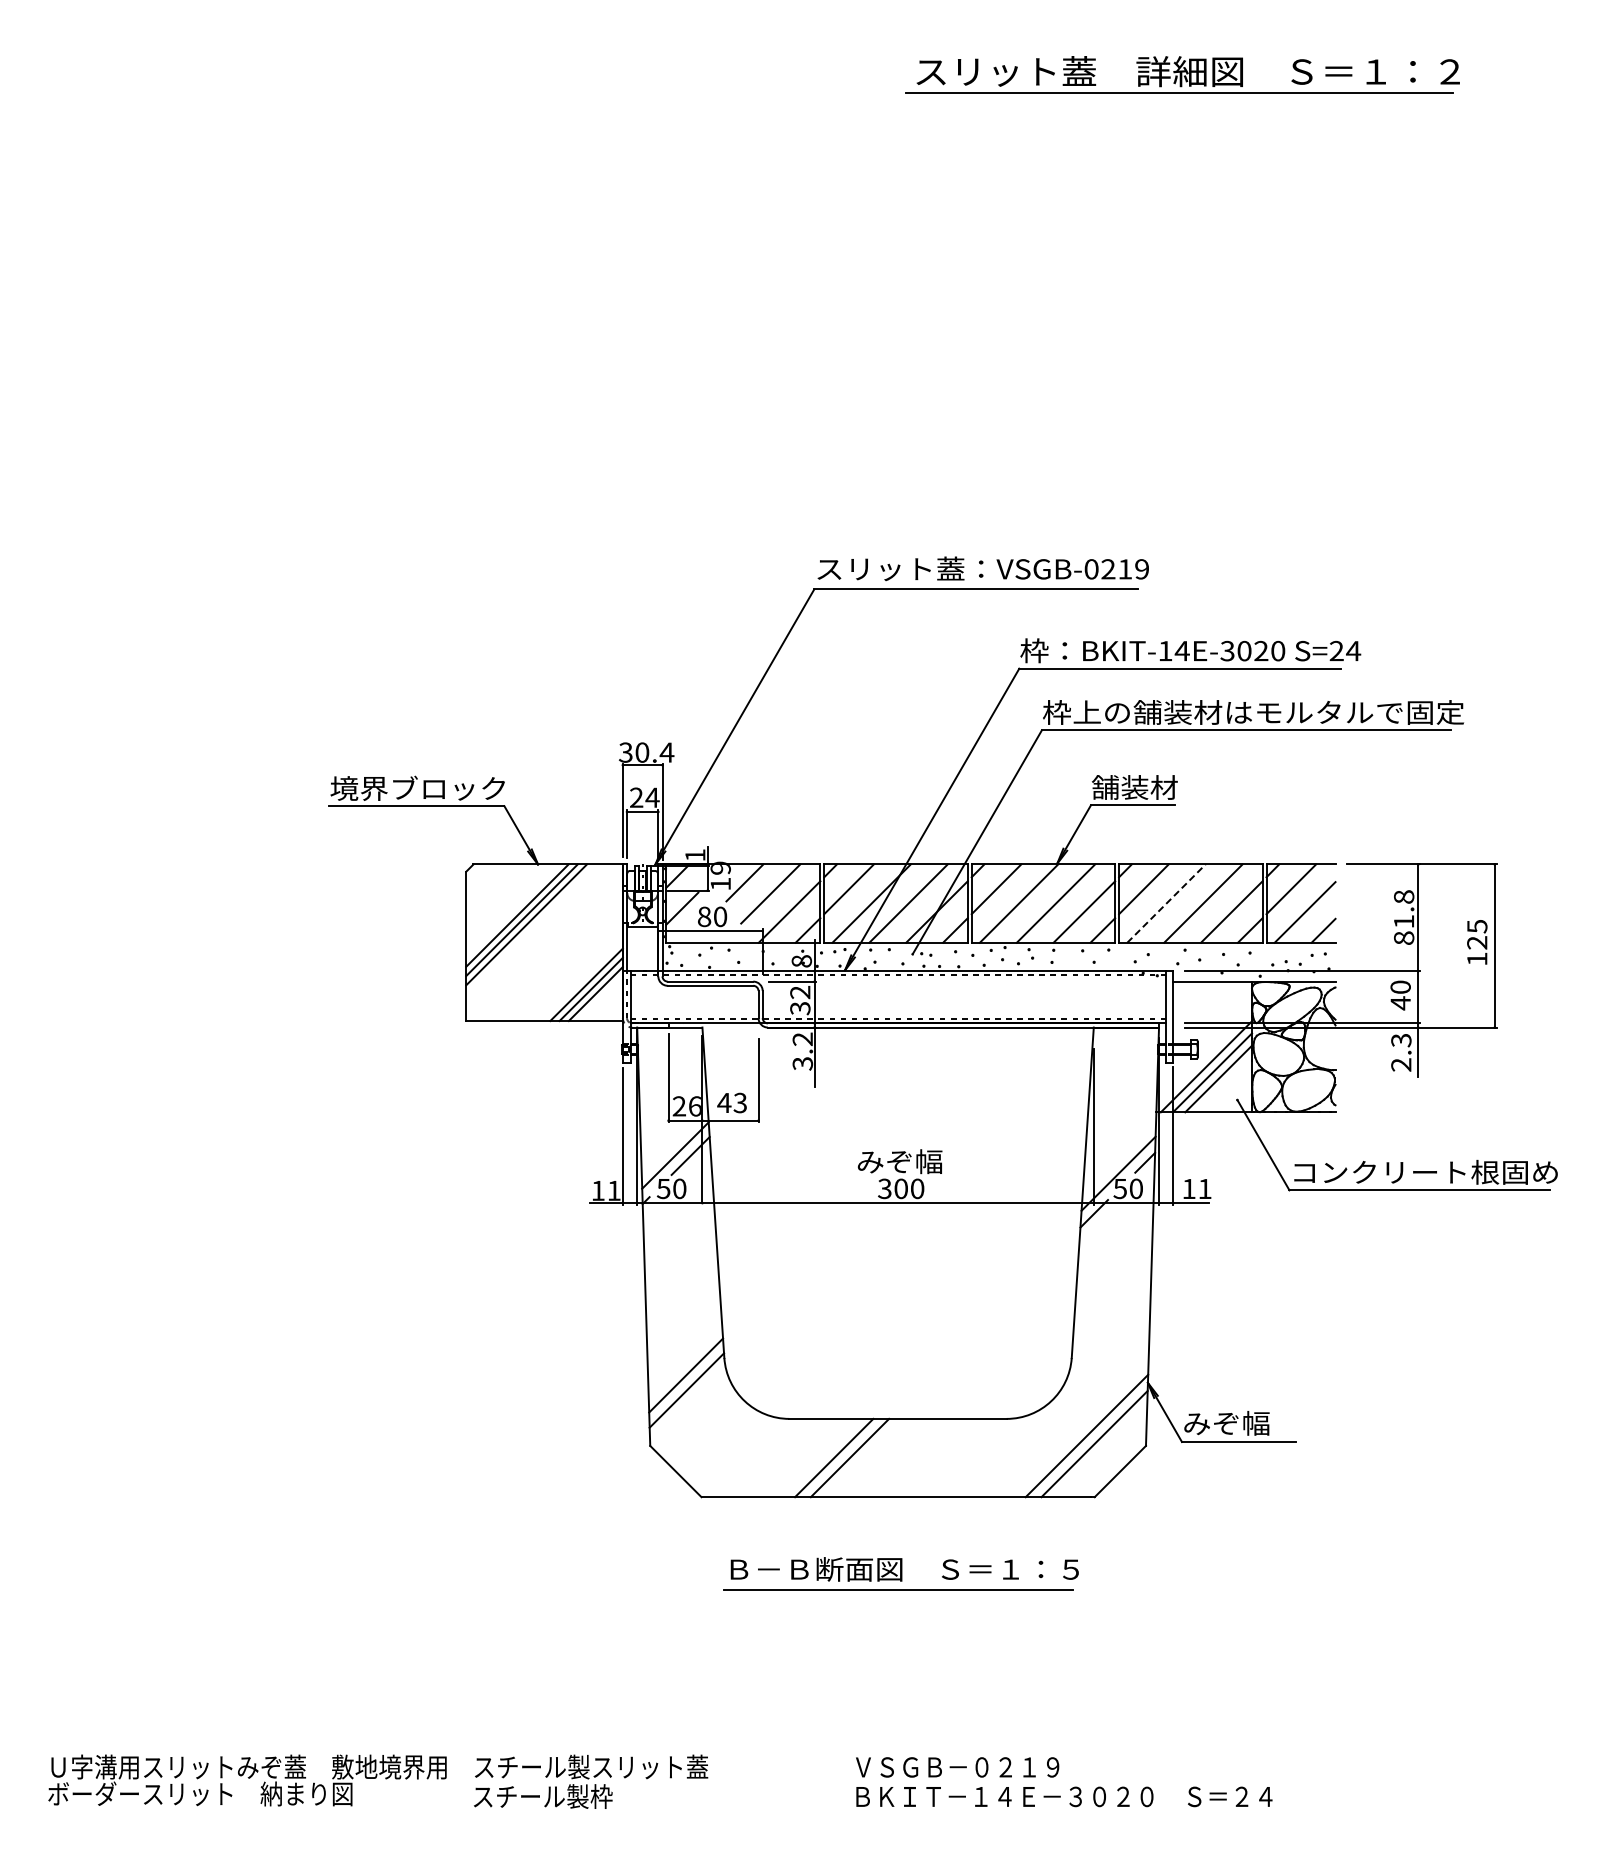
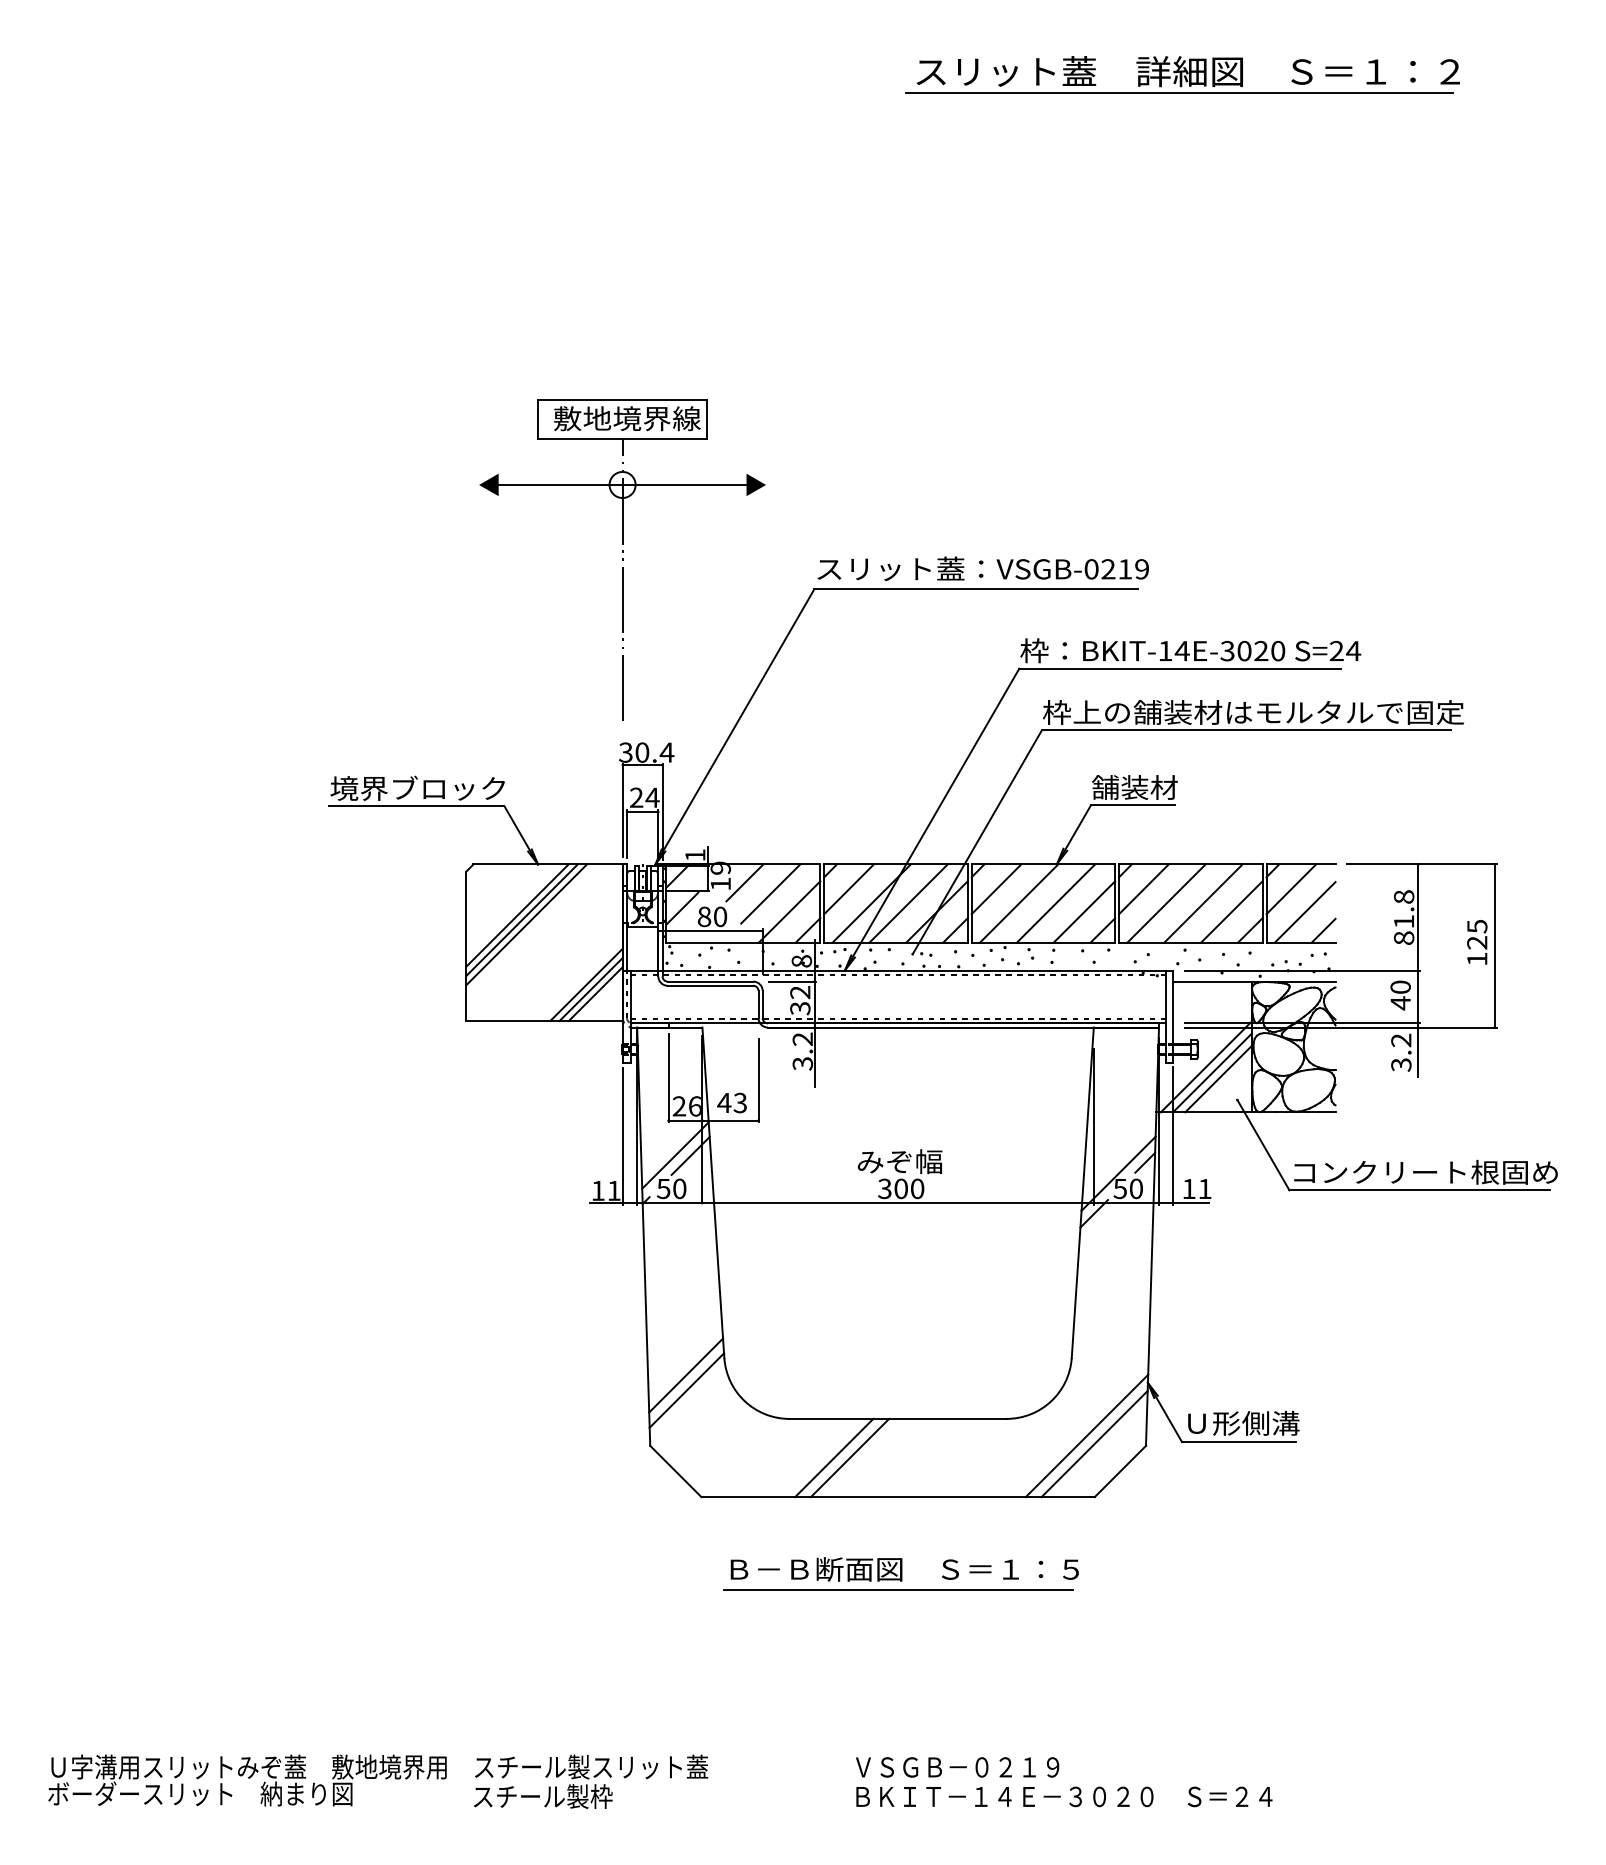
part at (622, 559): none -> present
line at (1166, 903): dashed -> solid
text at (1401, 1052): 2.3 -> 3.2
text at (1241, 1422): みぞ幅 -> Ｕ形側溝
